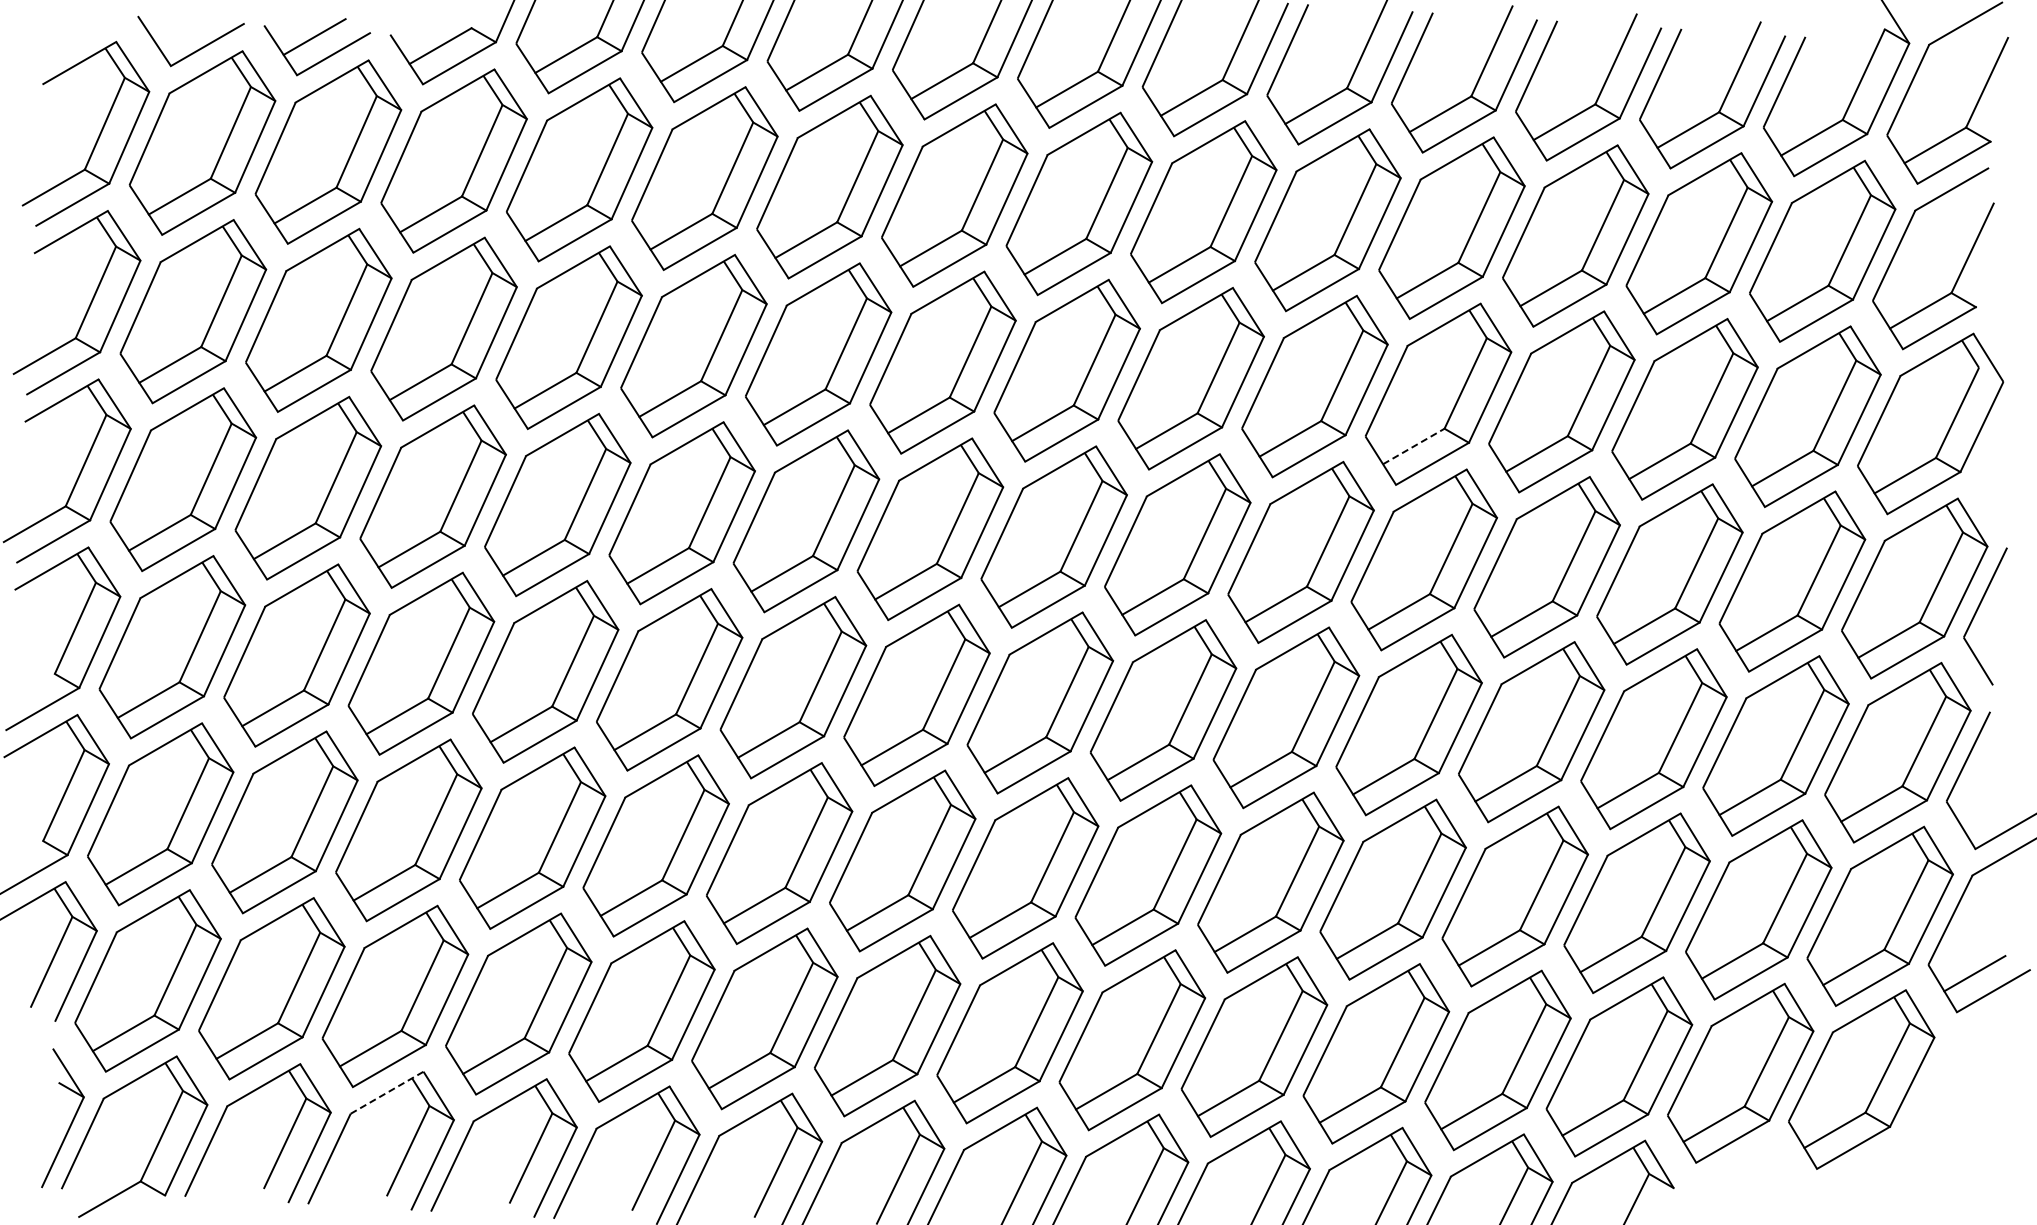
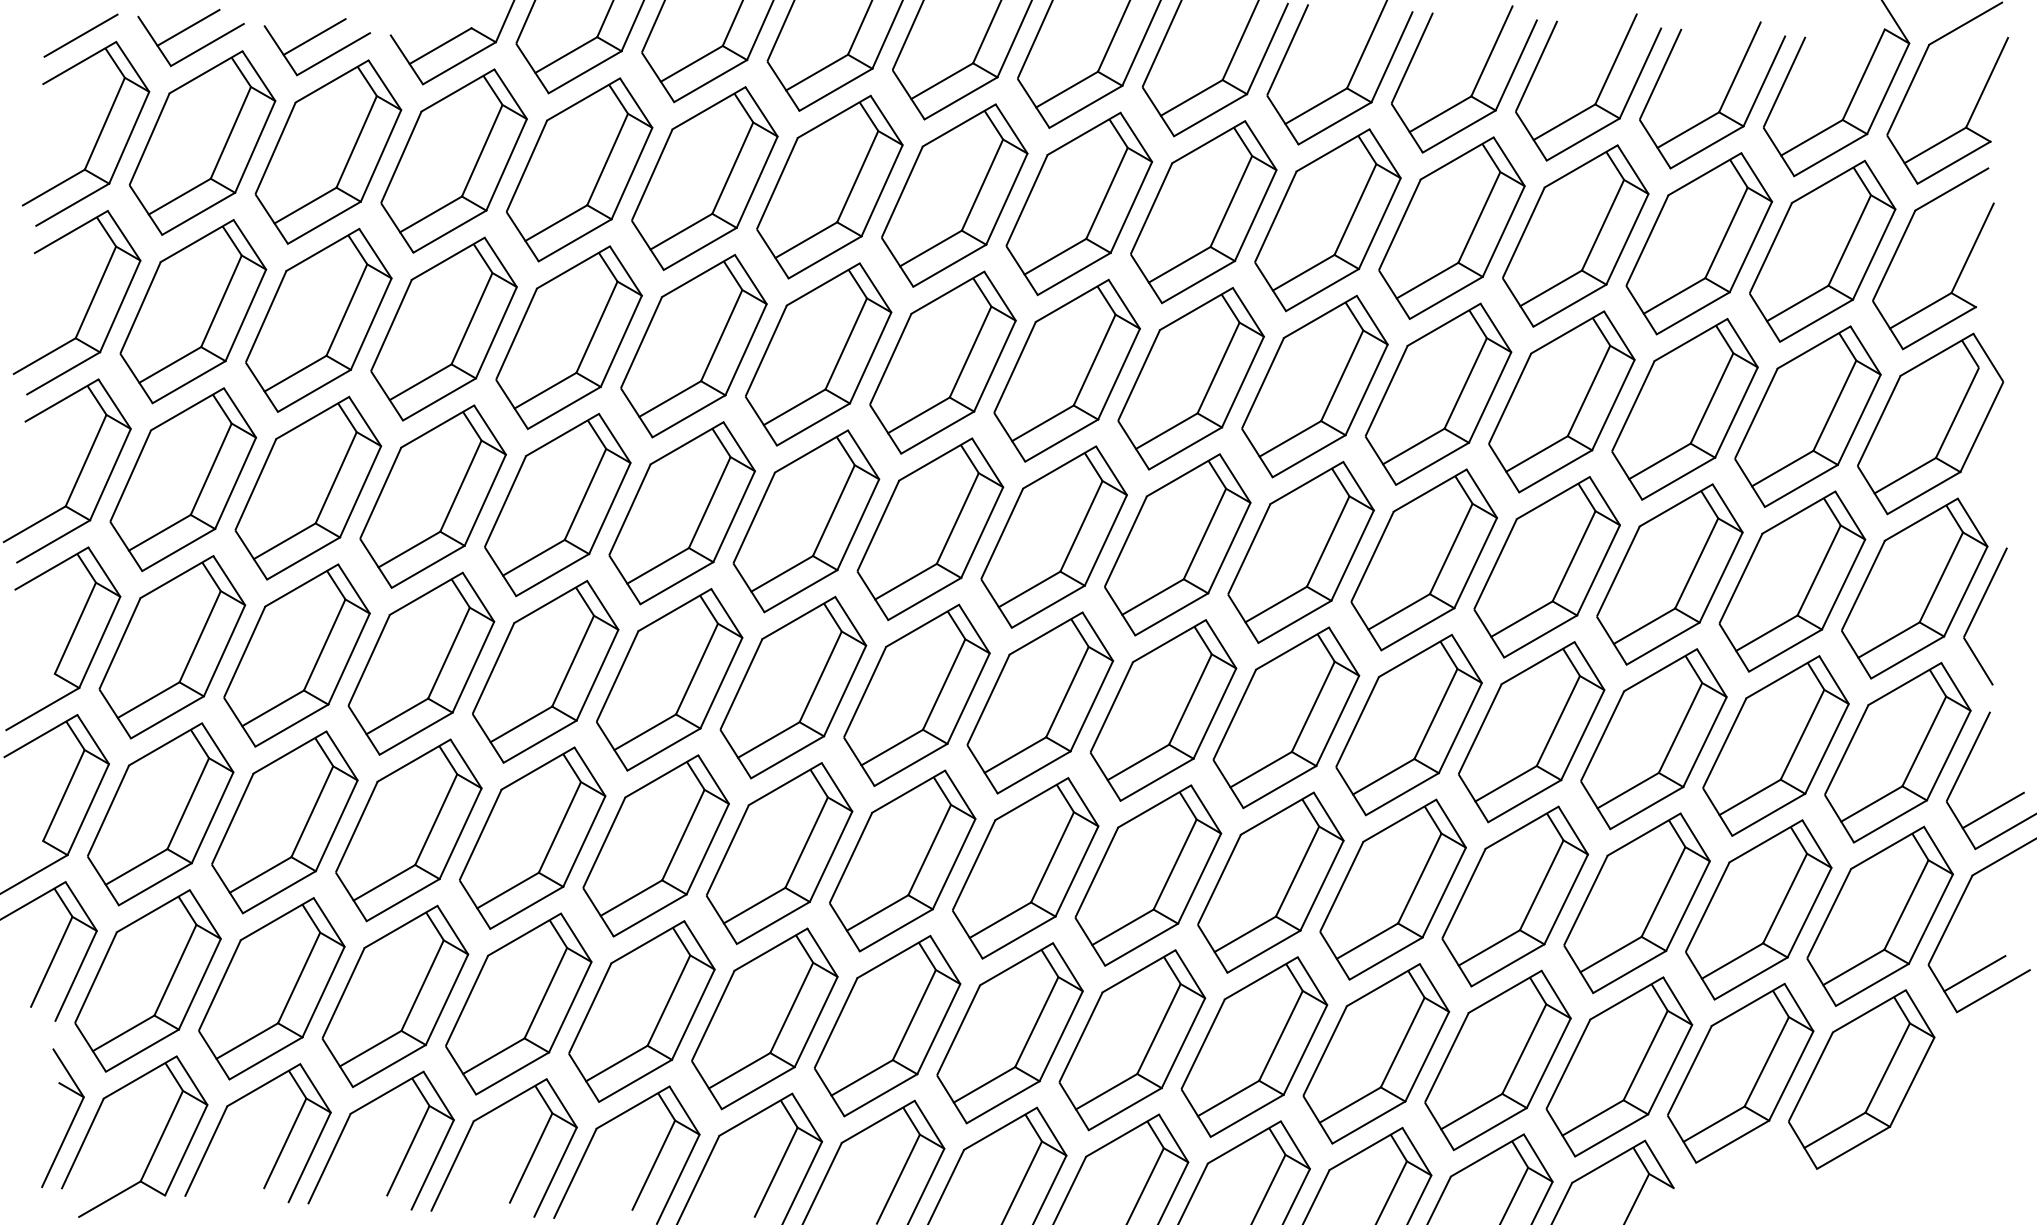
line at (188, 27): none -> present
line at (80, 35): none -> present
line at (1413, 446): dashed -> solid
line at (1992, 810): none -> present
line at (387, 1092): dashed -> solid
